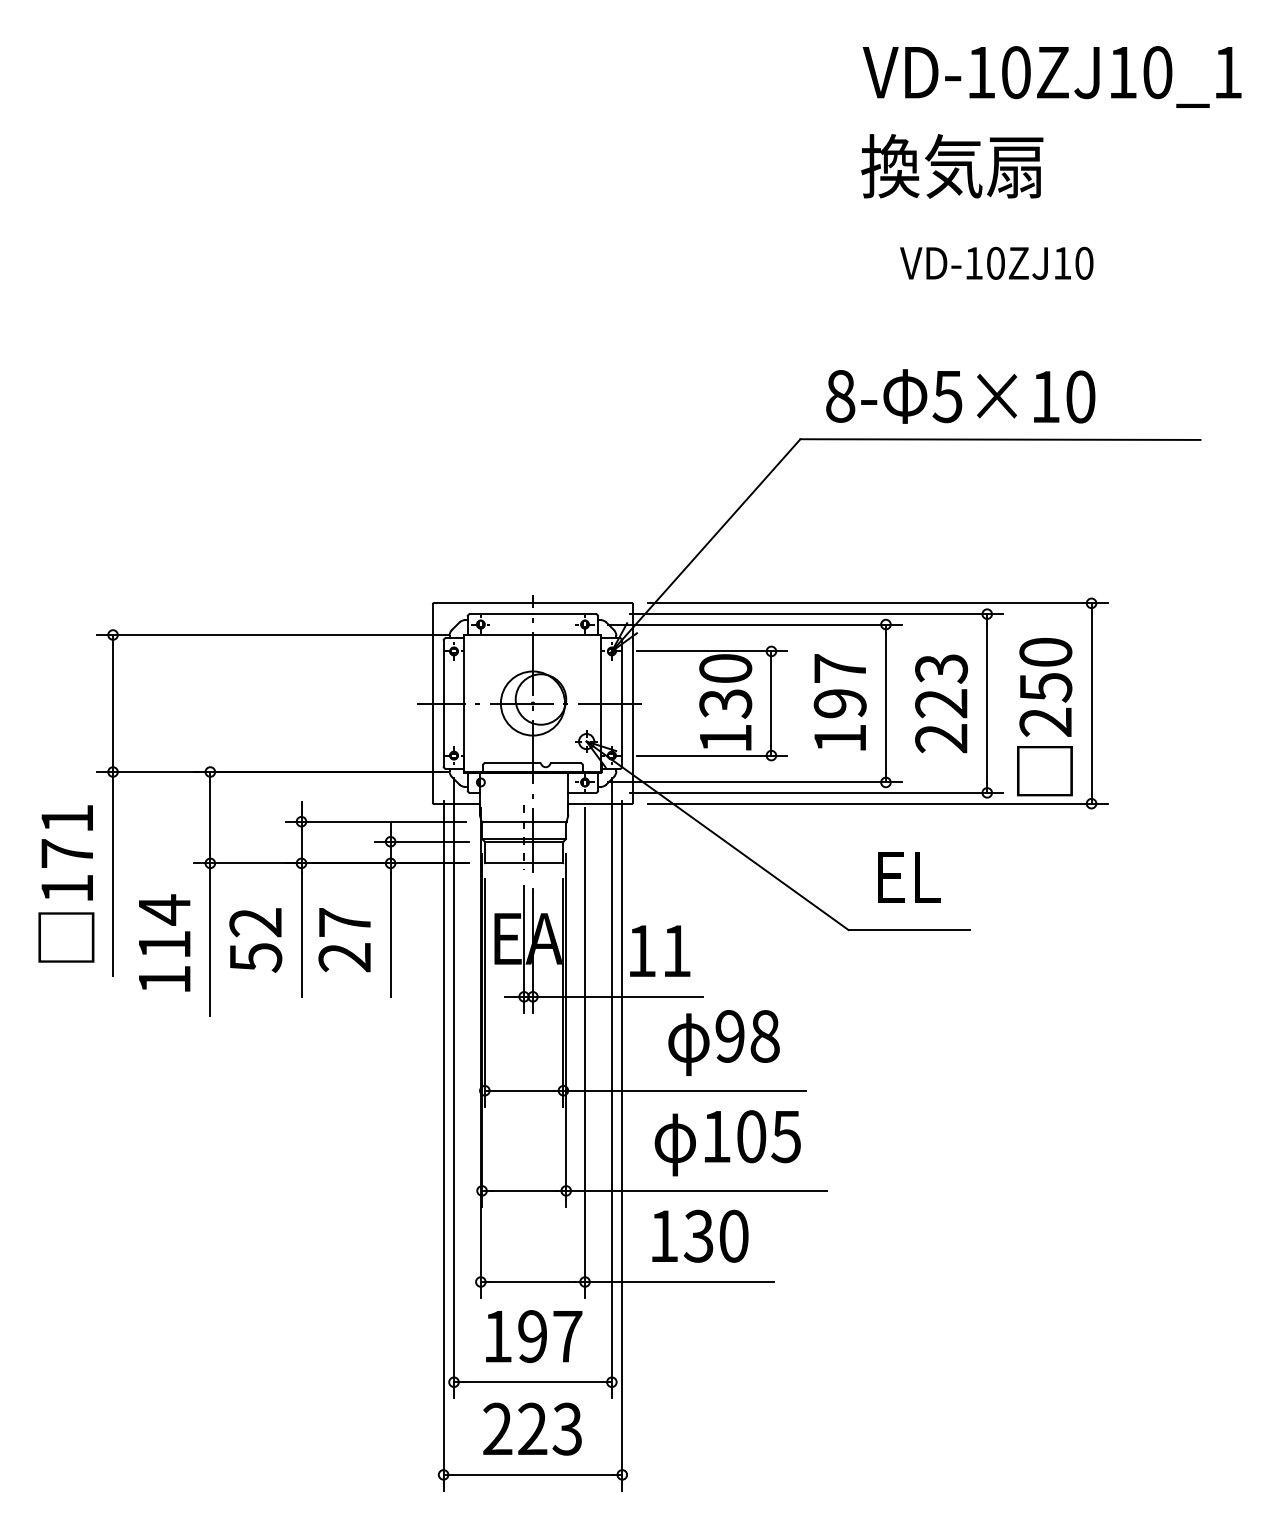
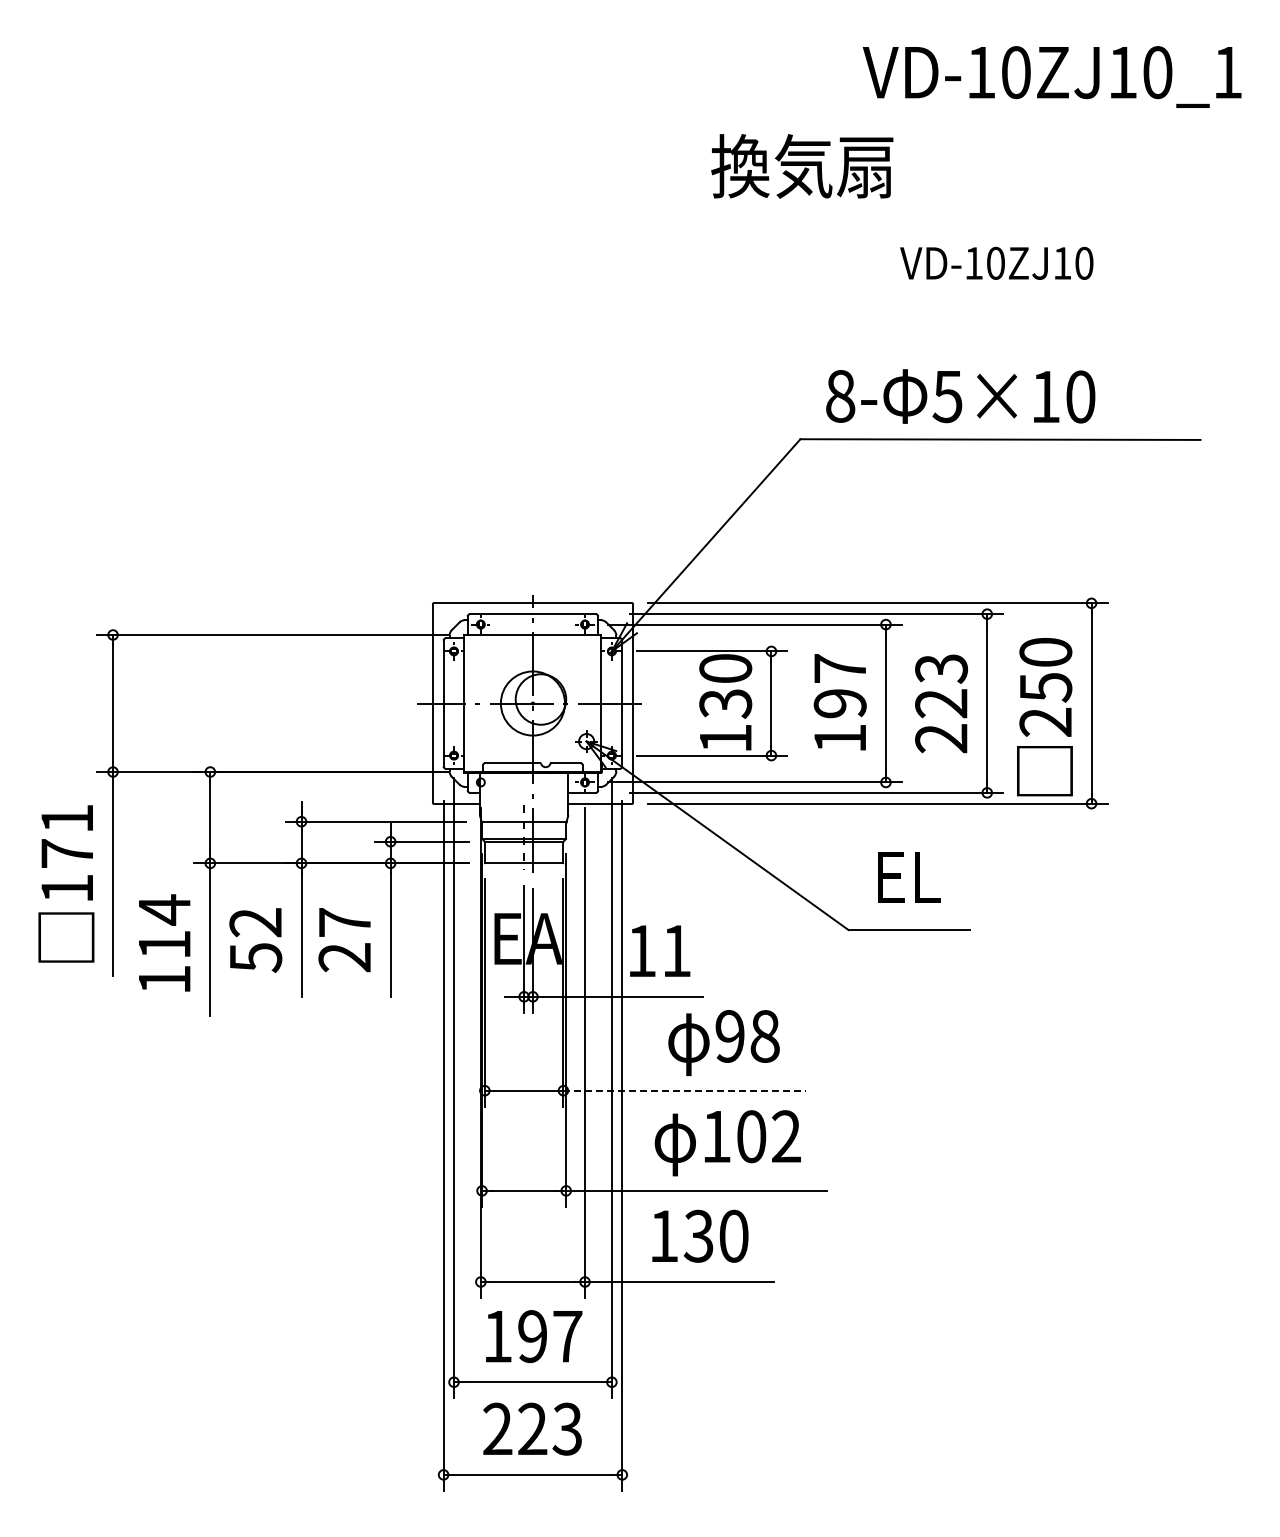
text at (952, 166) position: (952, 166) -> (802, 166)
line at (684, 1090): solid -> dashed
text at (785, 1136): 105 -> 102
